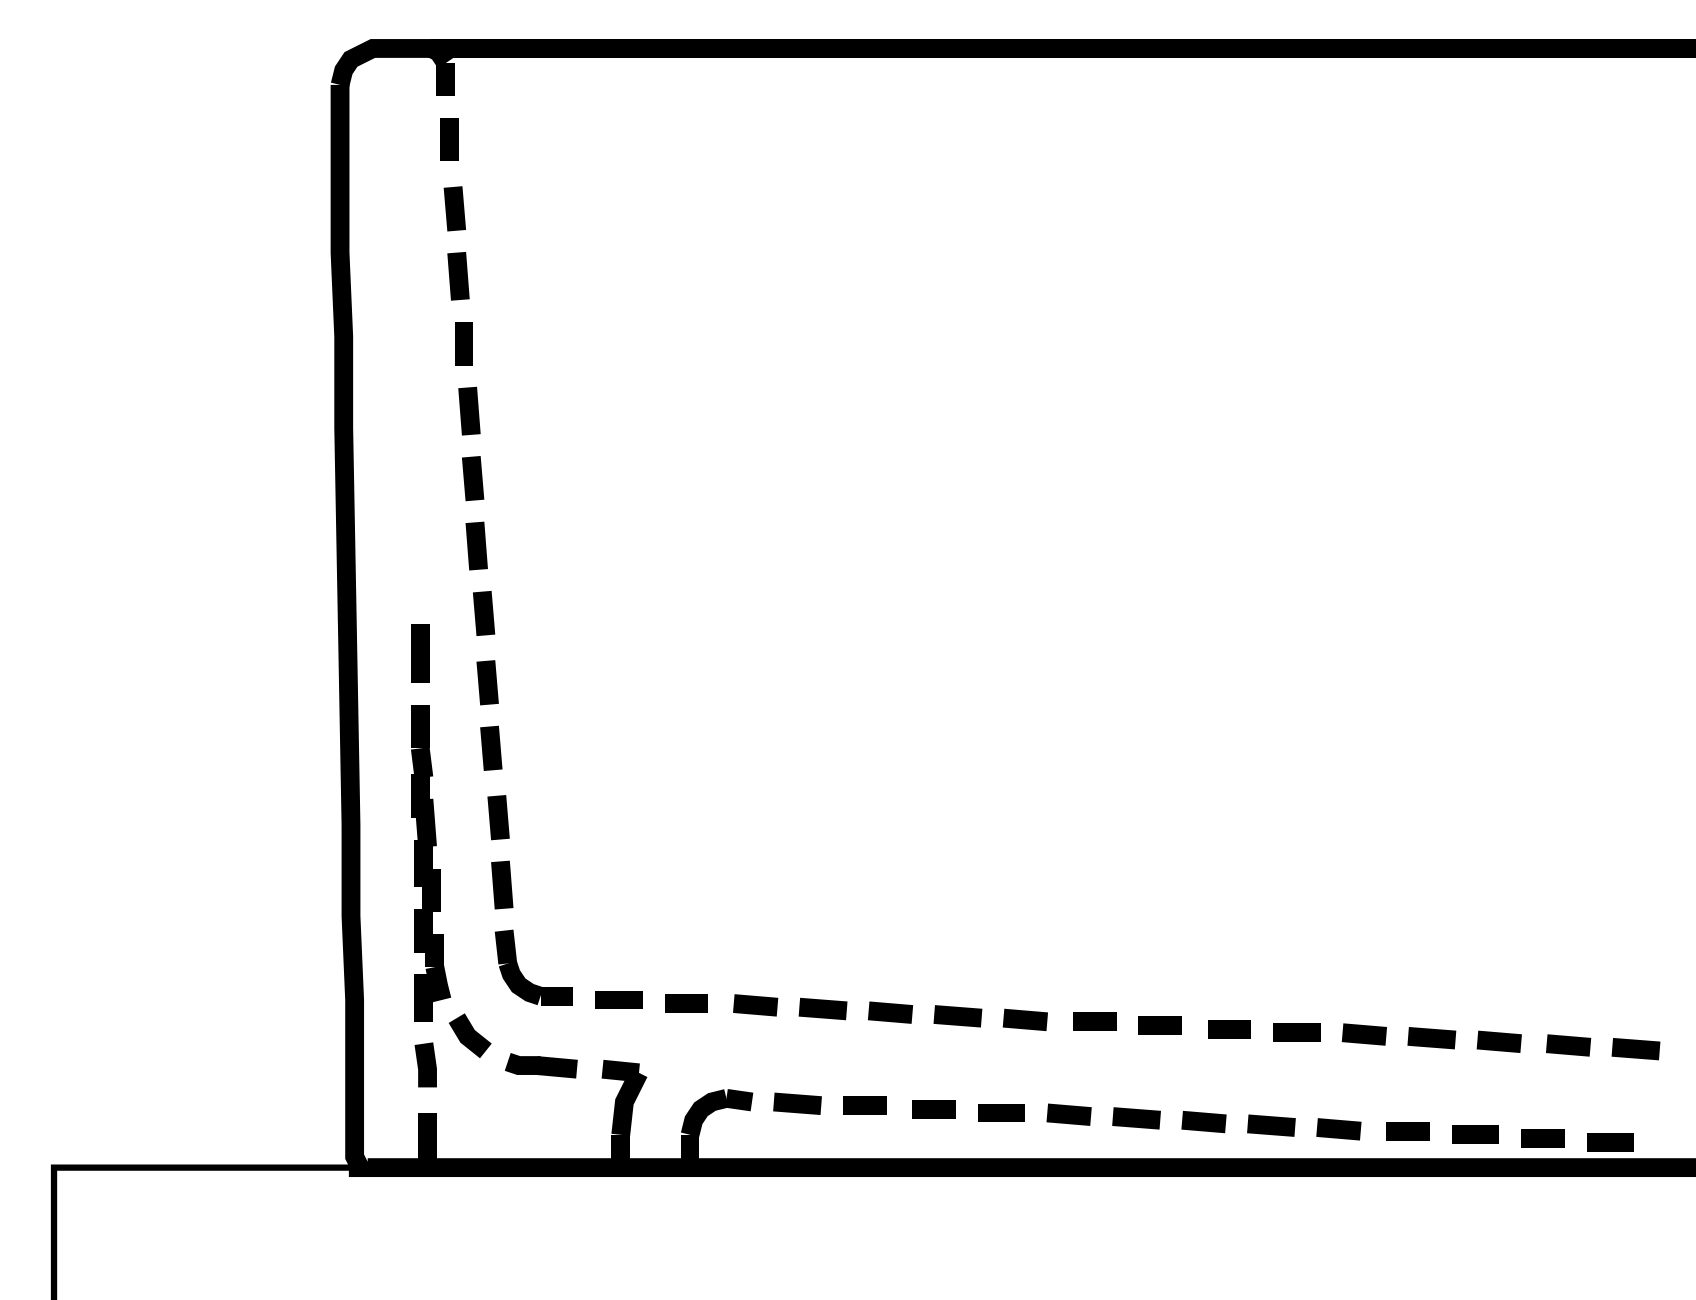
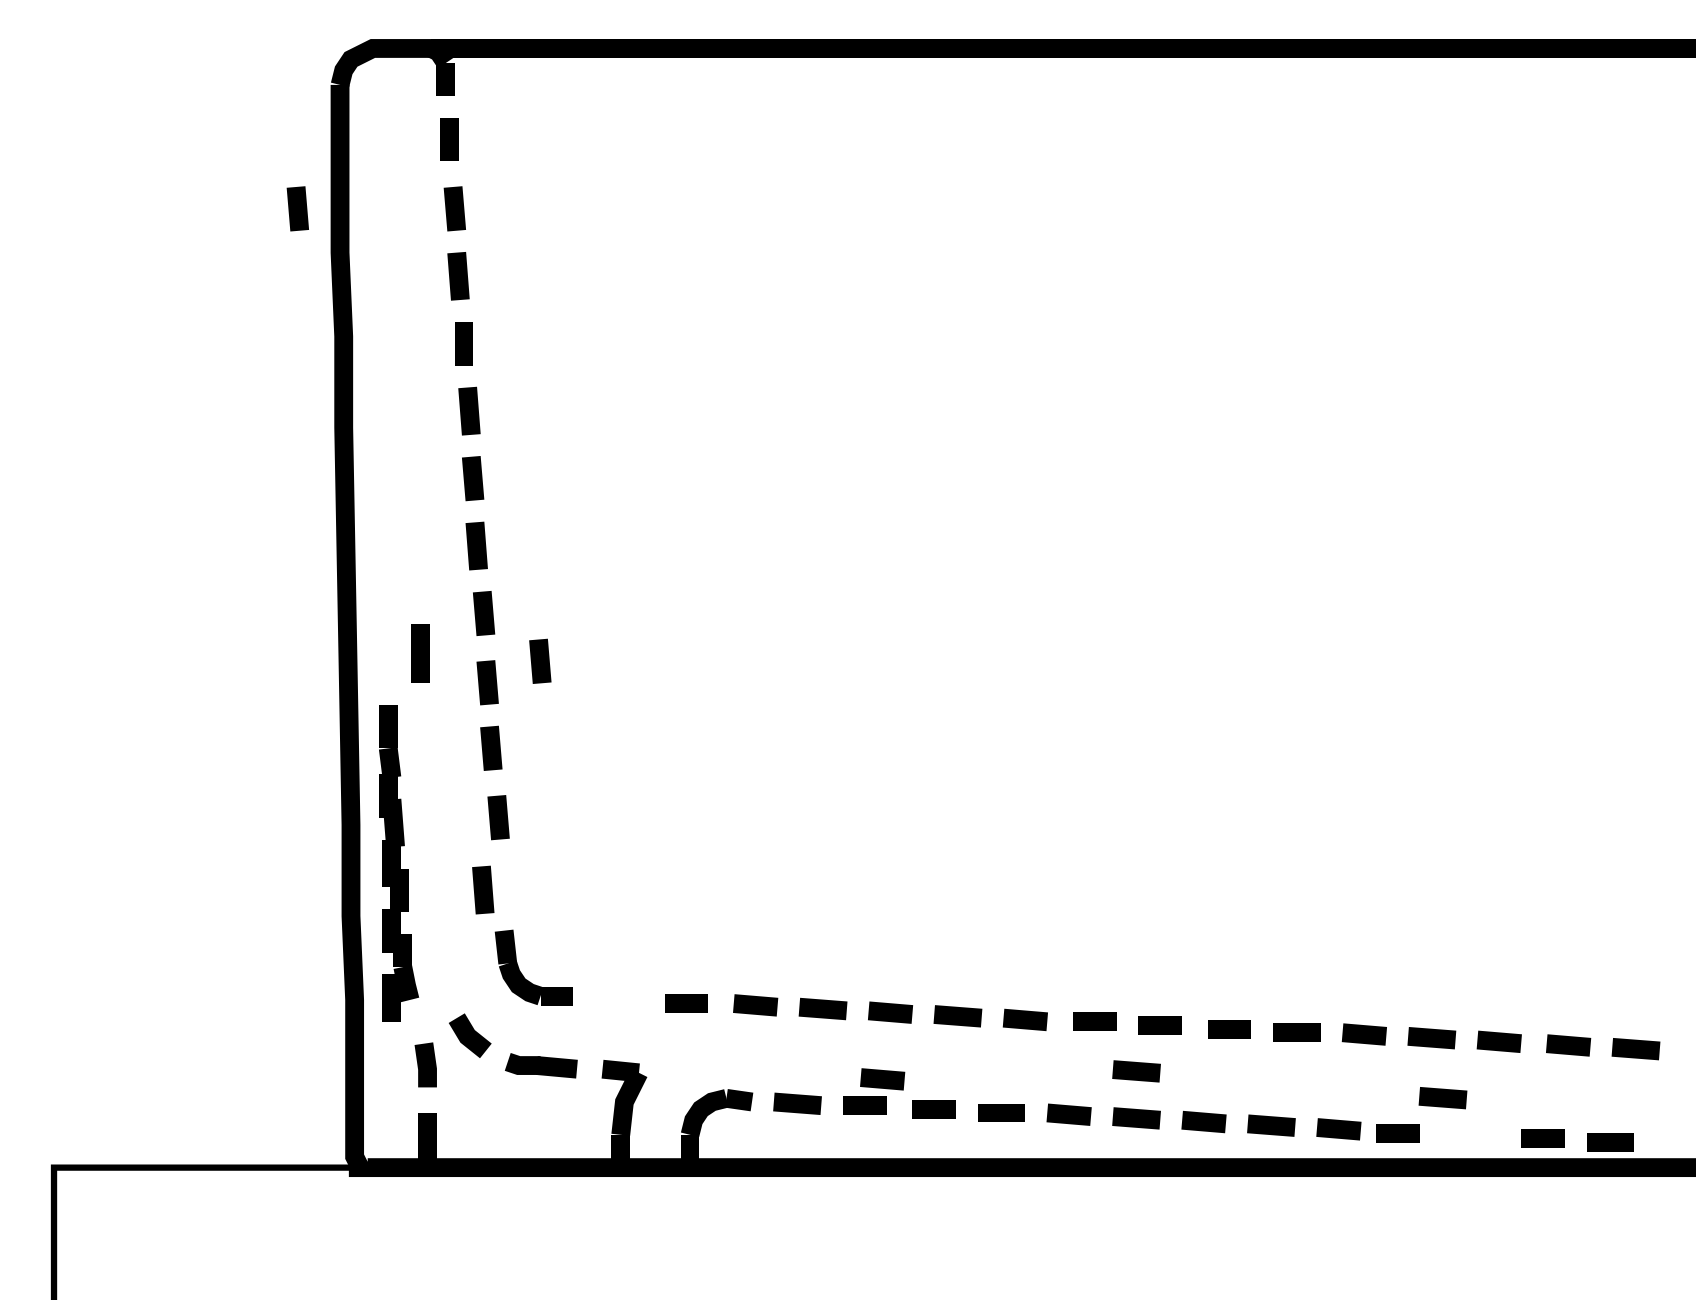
line at (297, 208): none -> present
line at (540, 660): none -> present
part at (431, 863) position: (431, 863) -> (399, 863)
line at (502, 884) position: (502, 884) -> (483, 889)
line at (618, 999): present -> none
line at (1136, 1071): none -> present
line at (882, 1079): none -> present
line at (1442, 1098): none -> present
line at (1407, 1131) position: (1407, 1131) -> (1397, 1133)
line at (1475, 1134): present -> none
